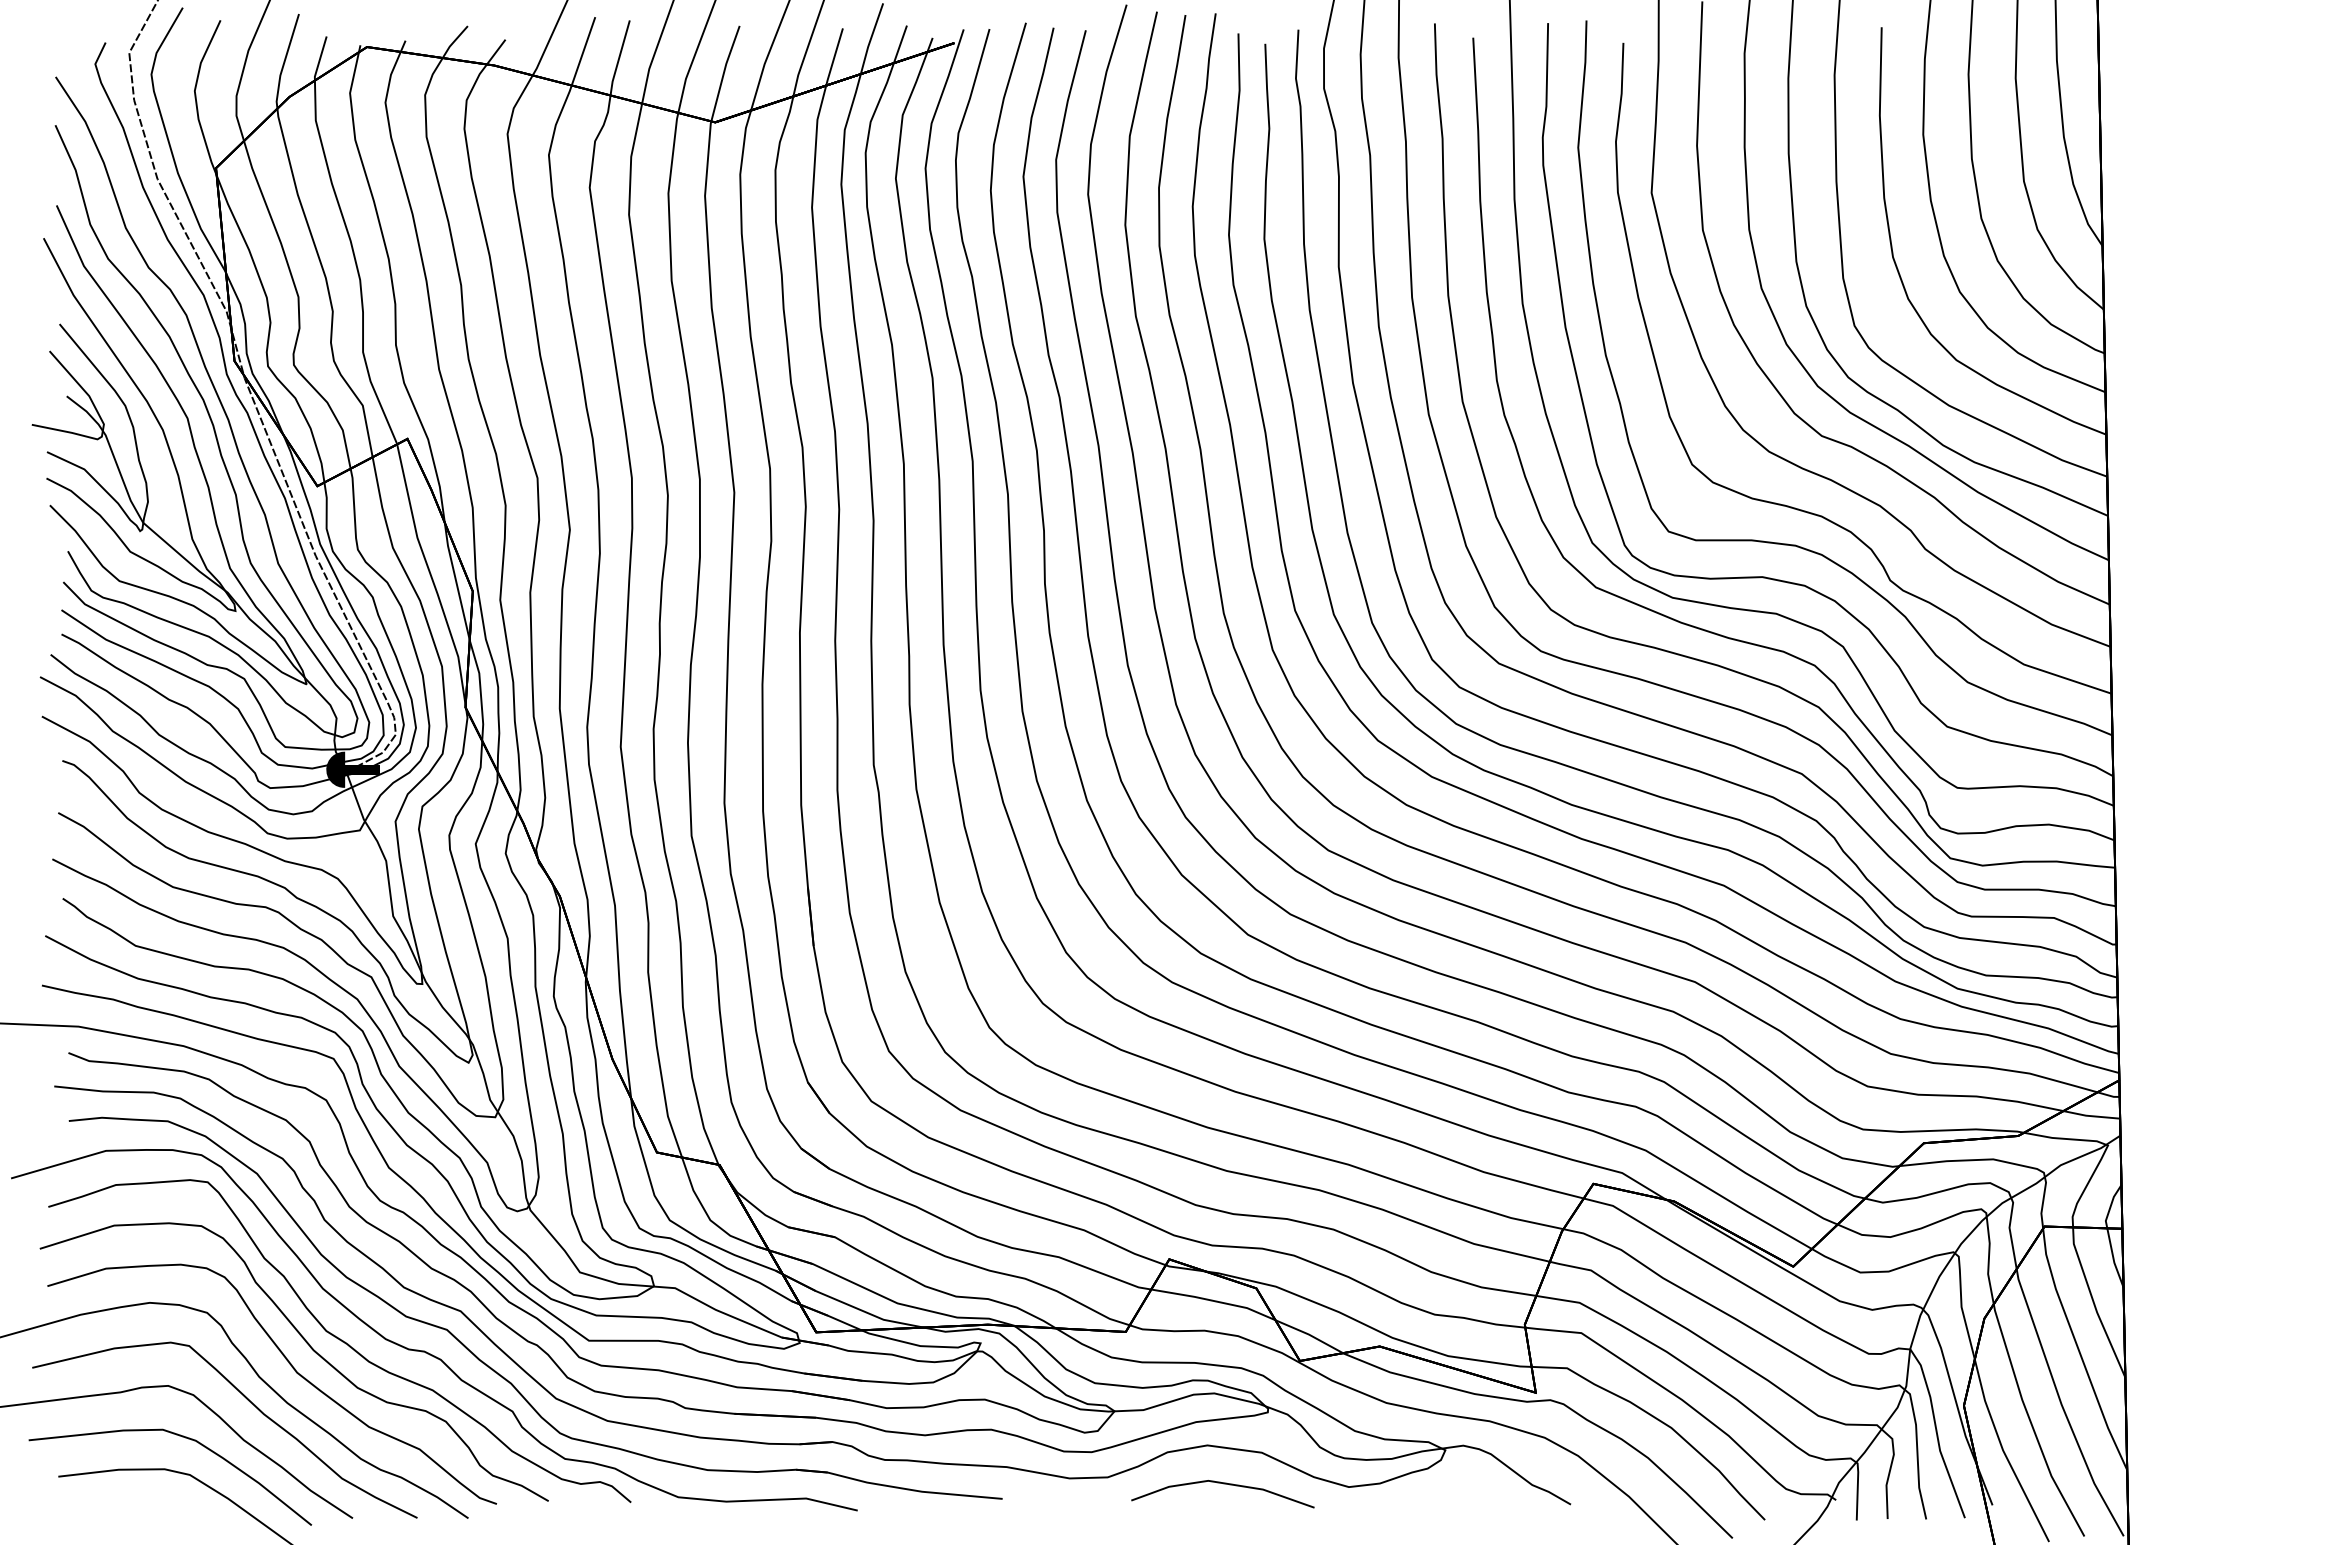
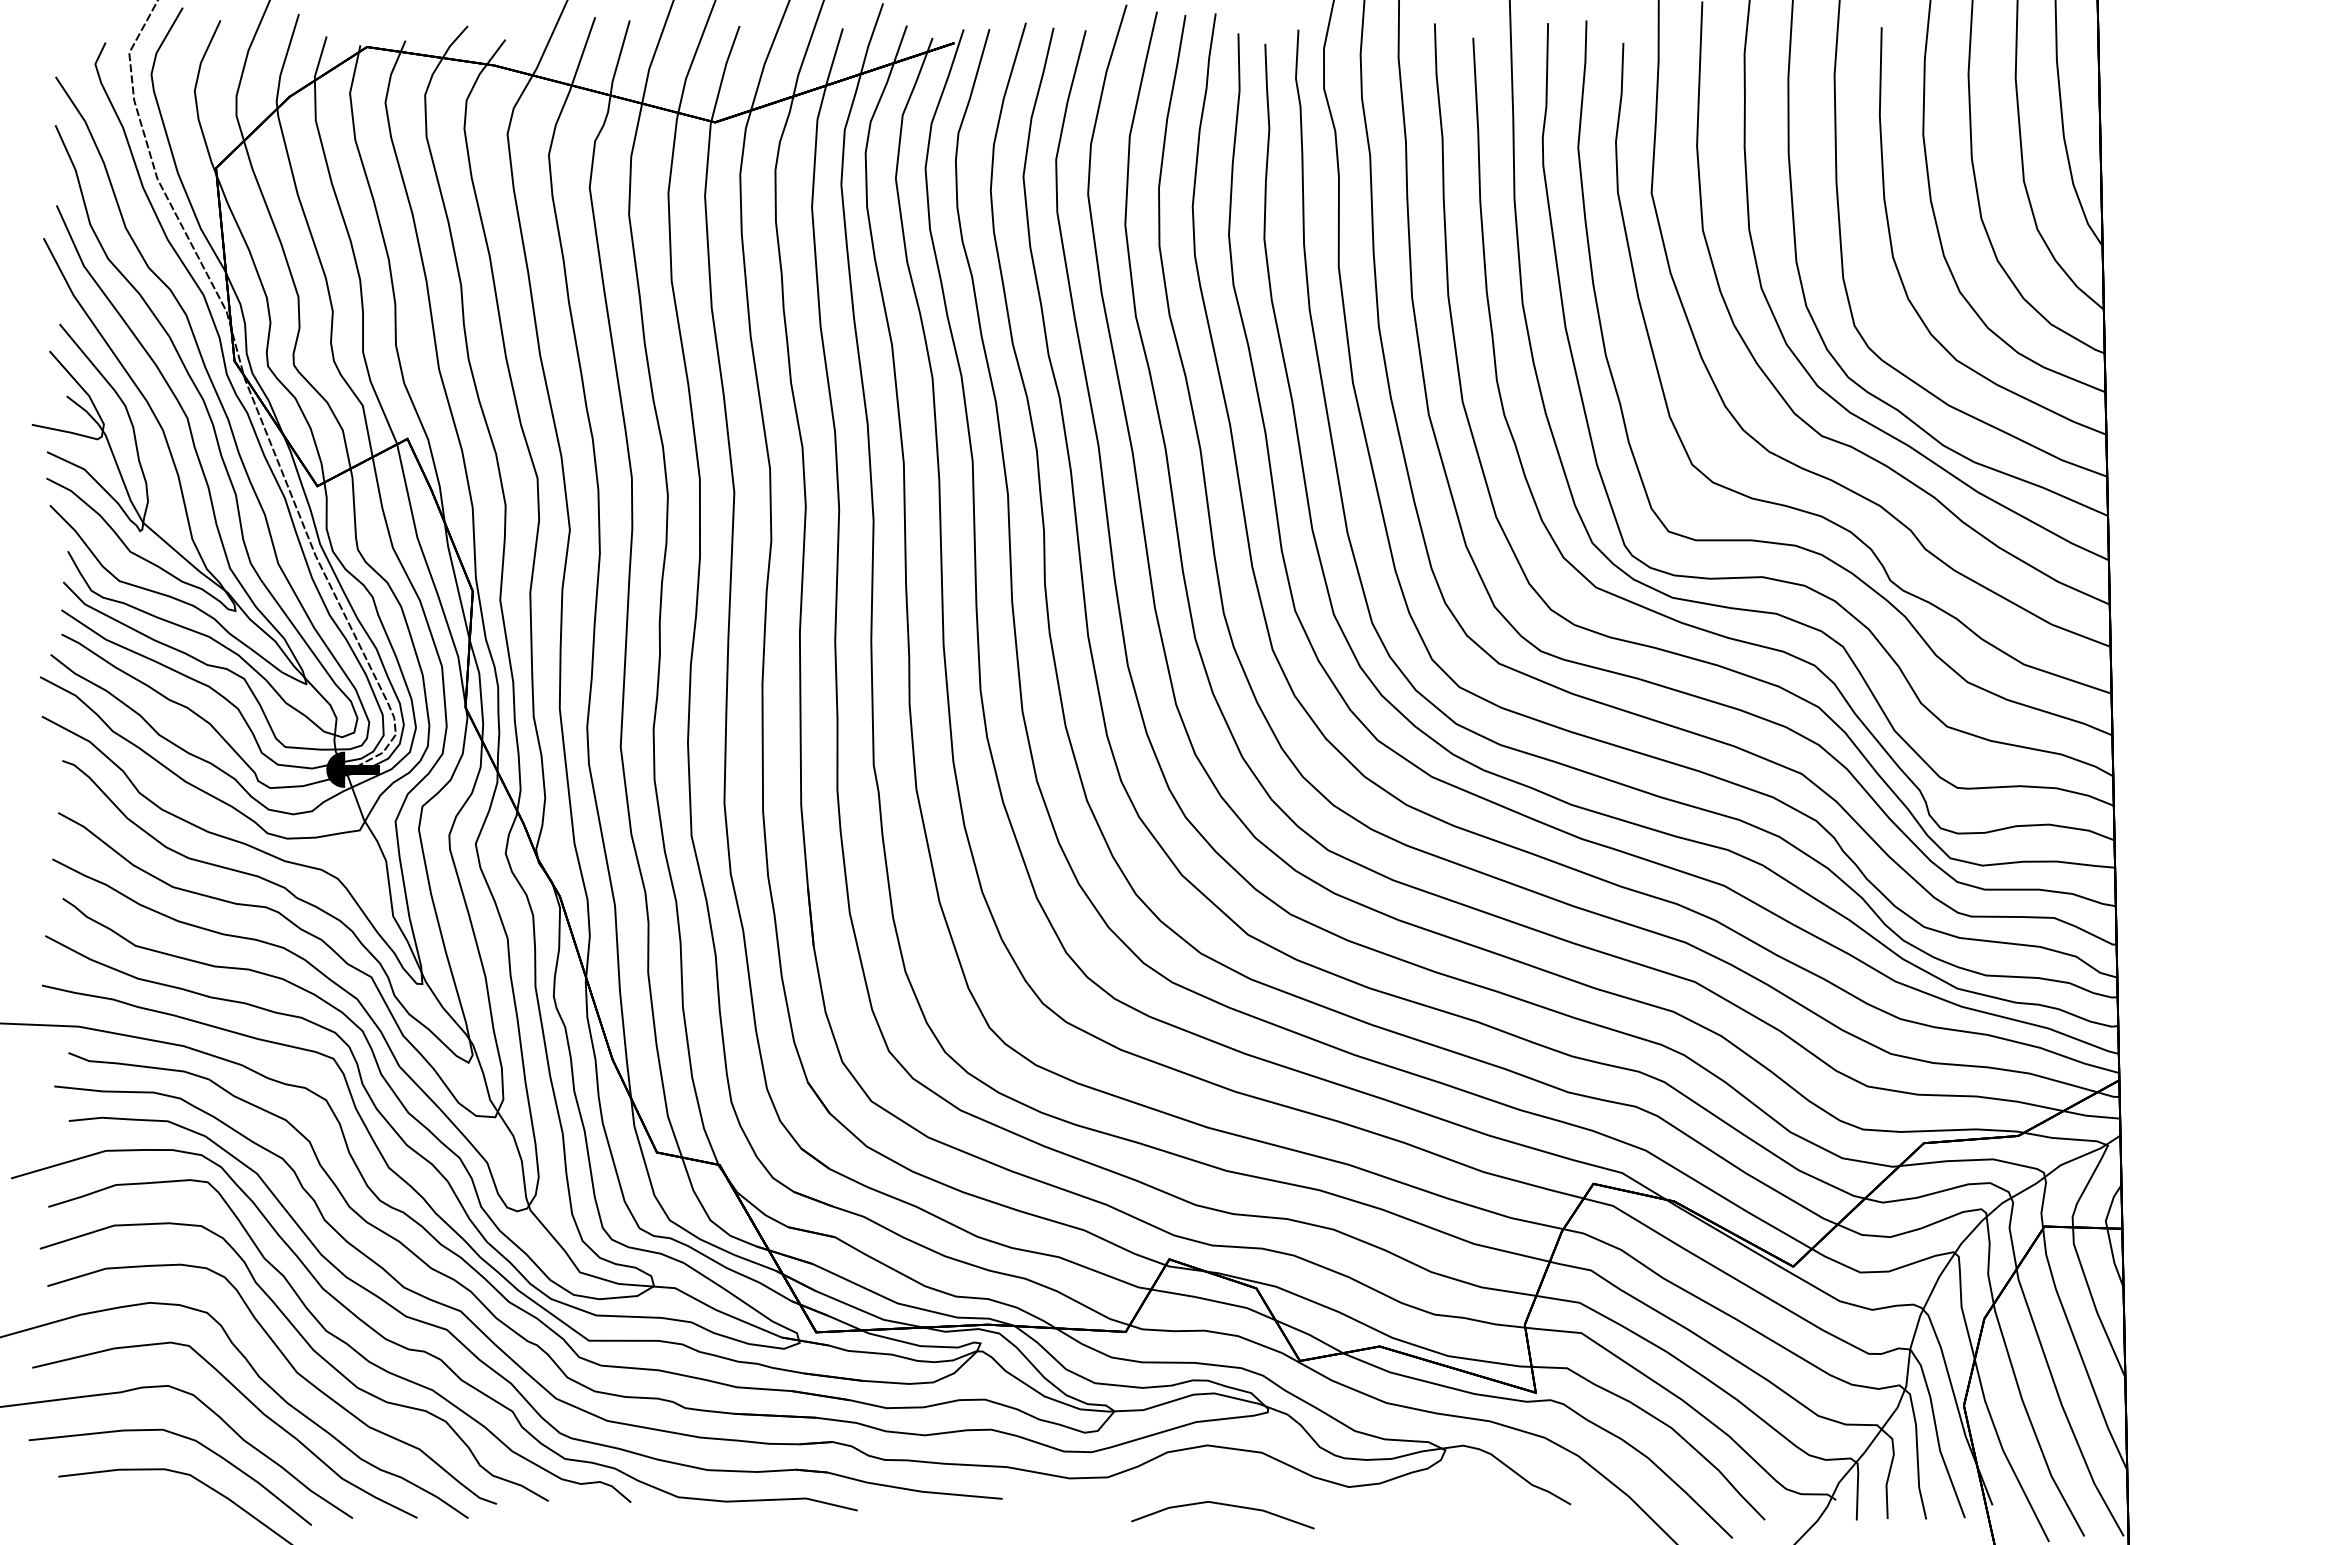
line at (1223, 1484) position: (1223, 1484) -> (1223, 1505)
